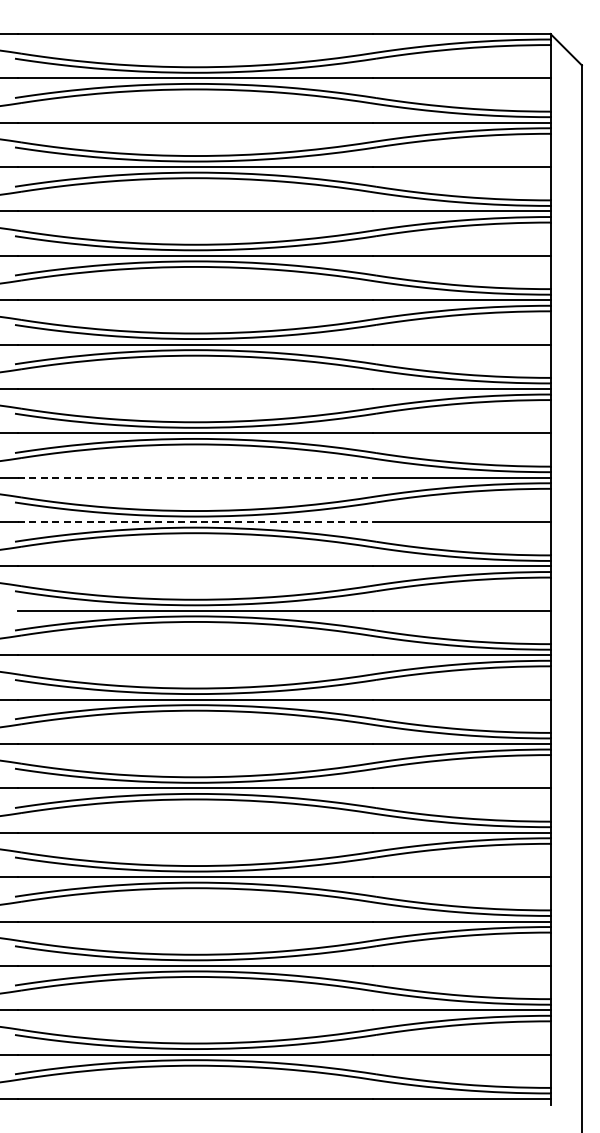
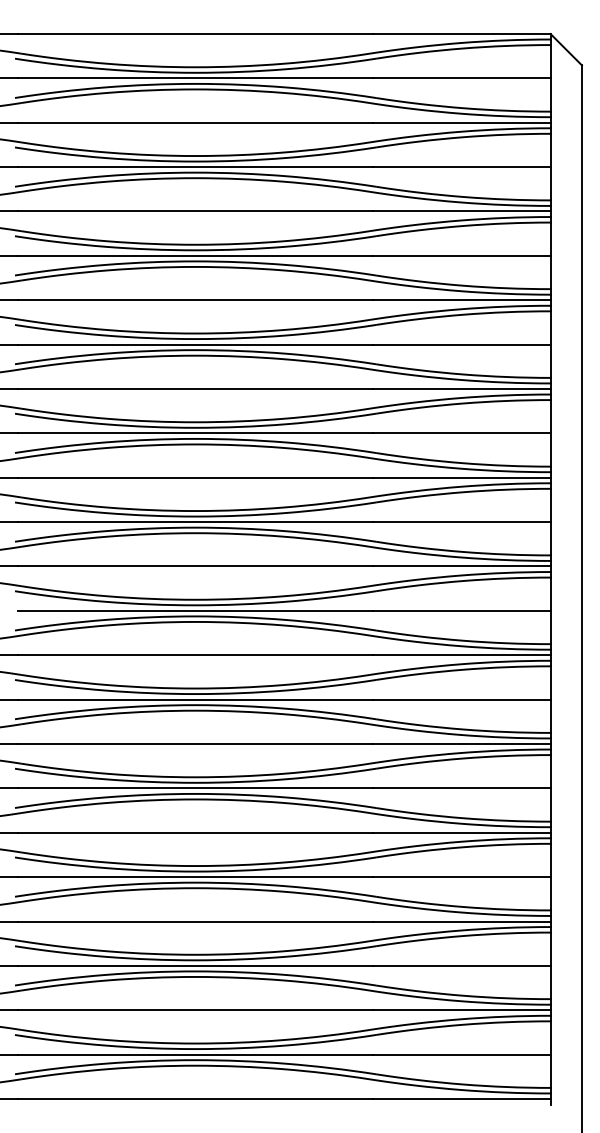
line at (195, 477): dashed -> solid
line at (195, 522): dashed -> solid
